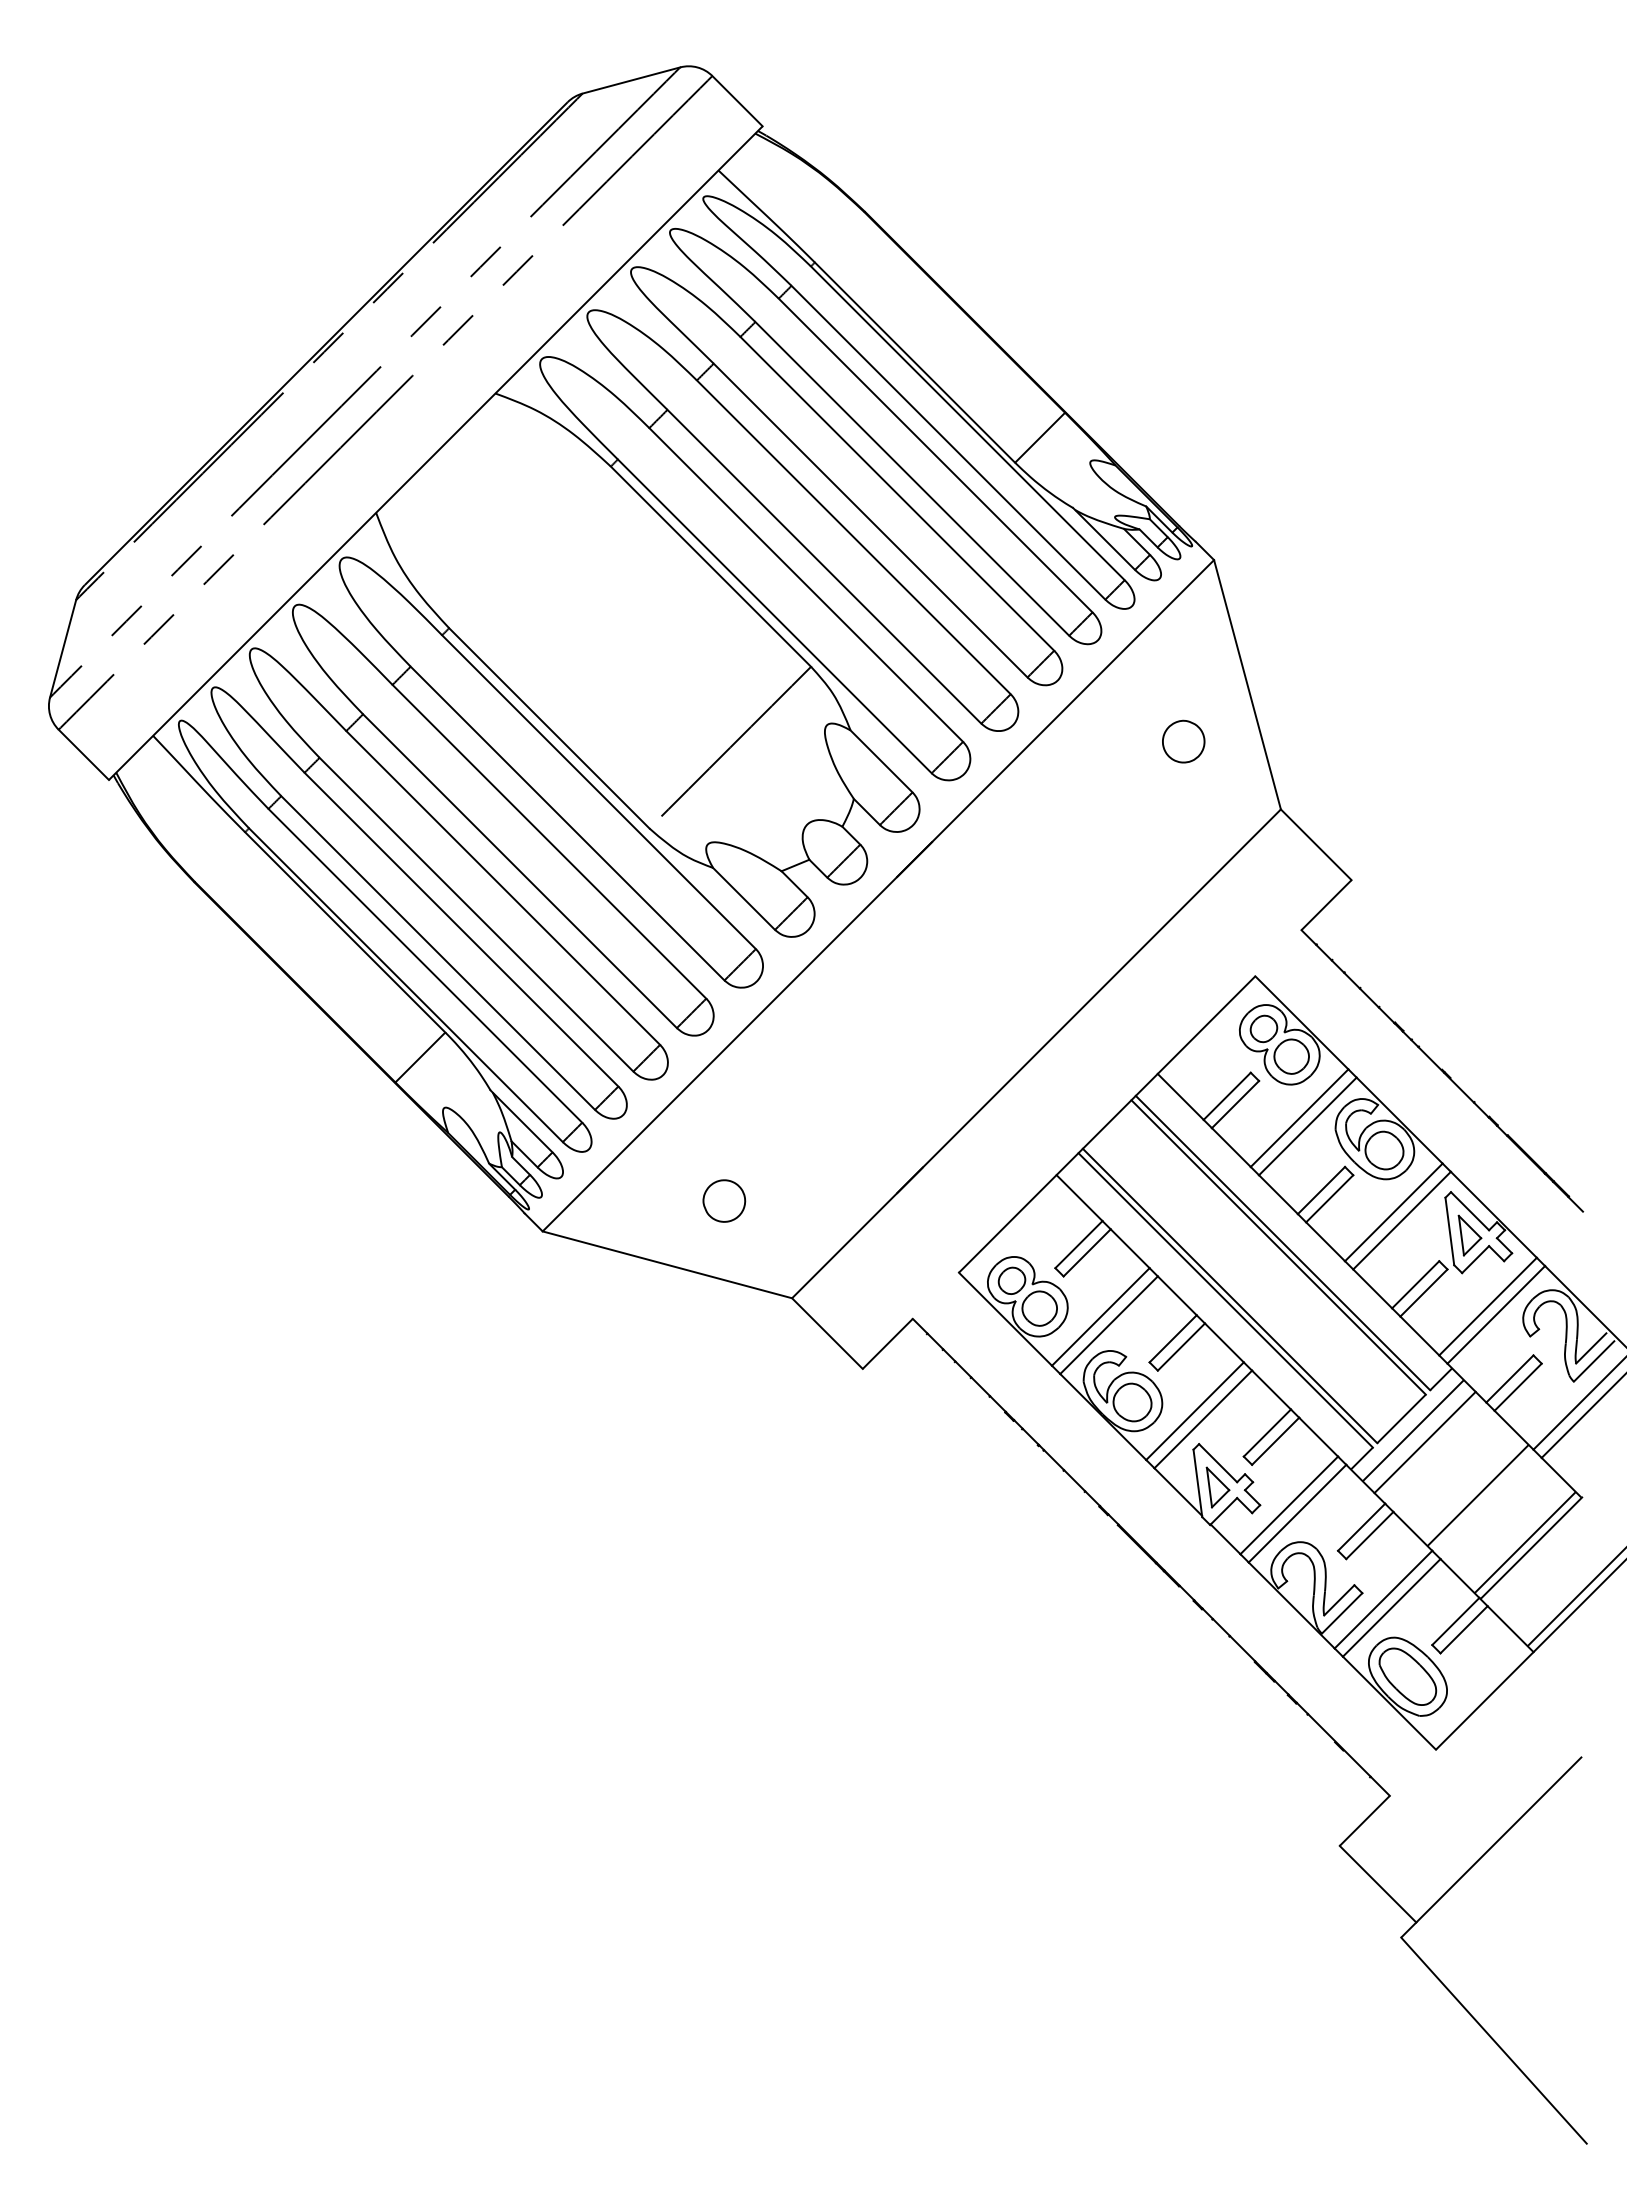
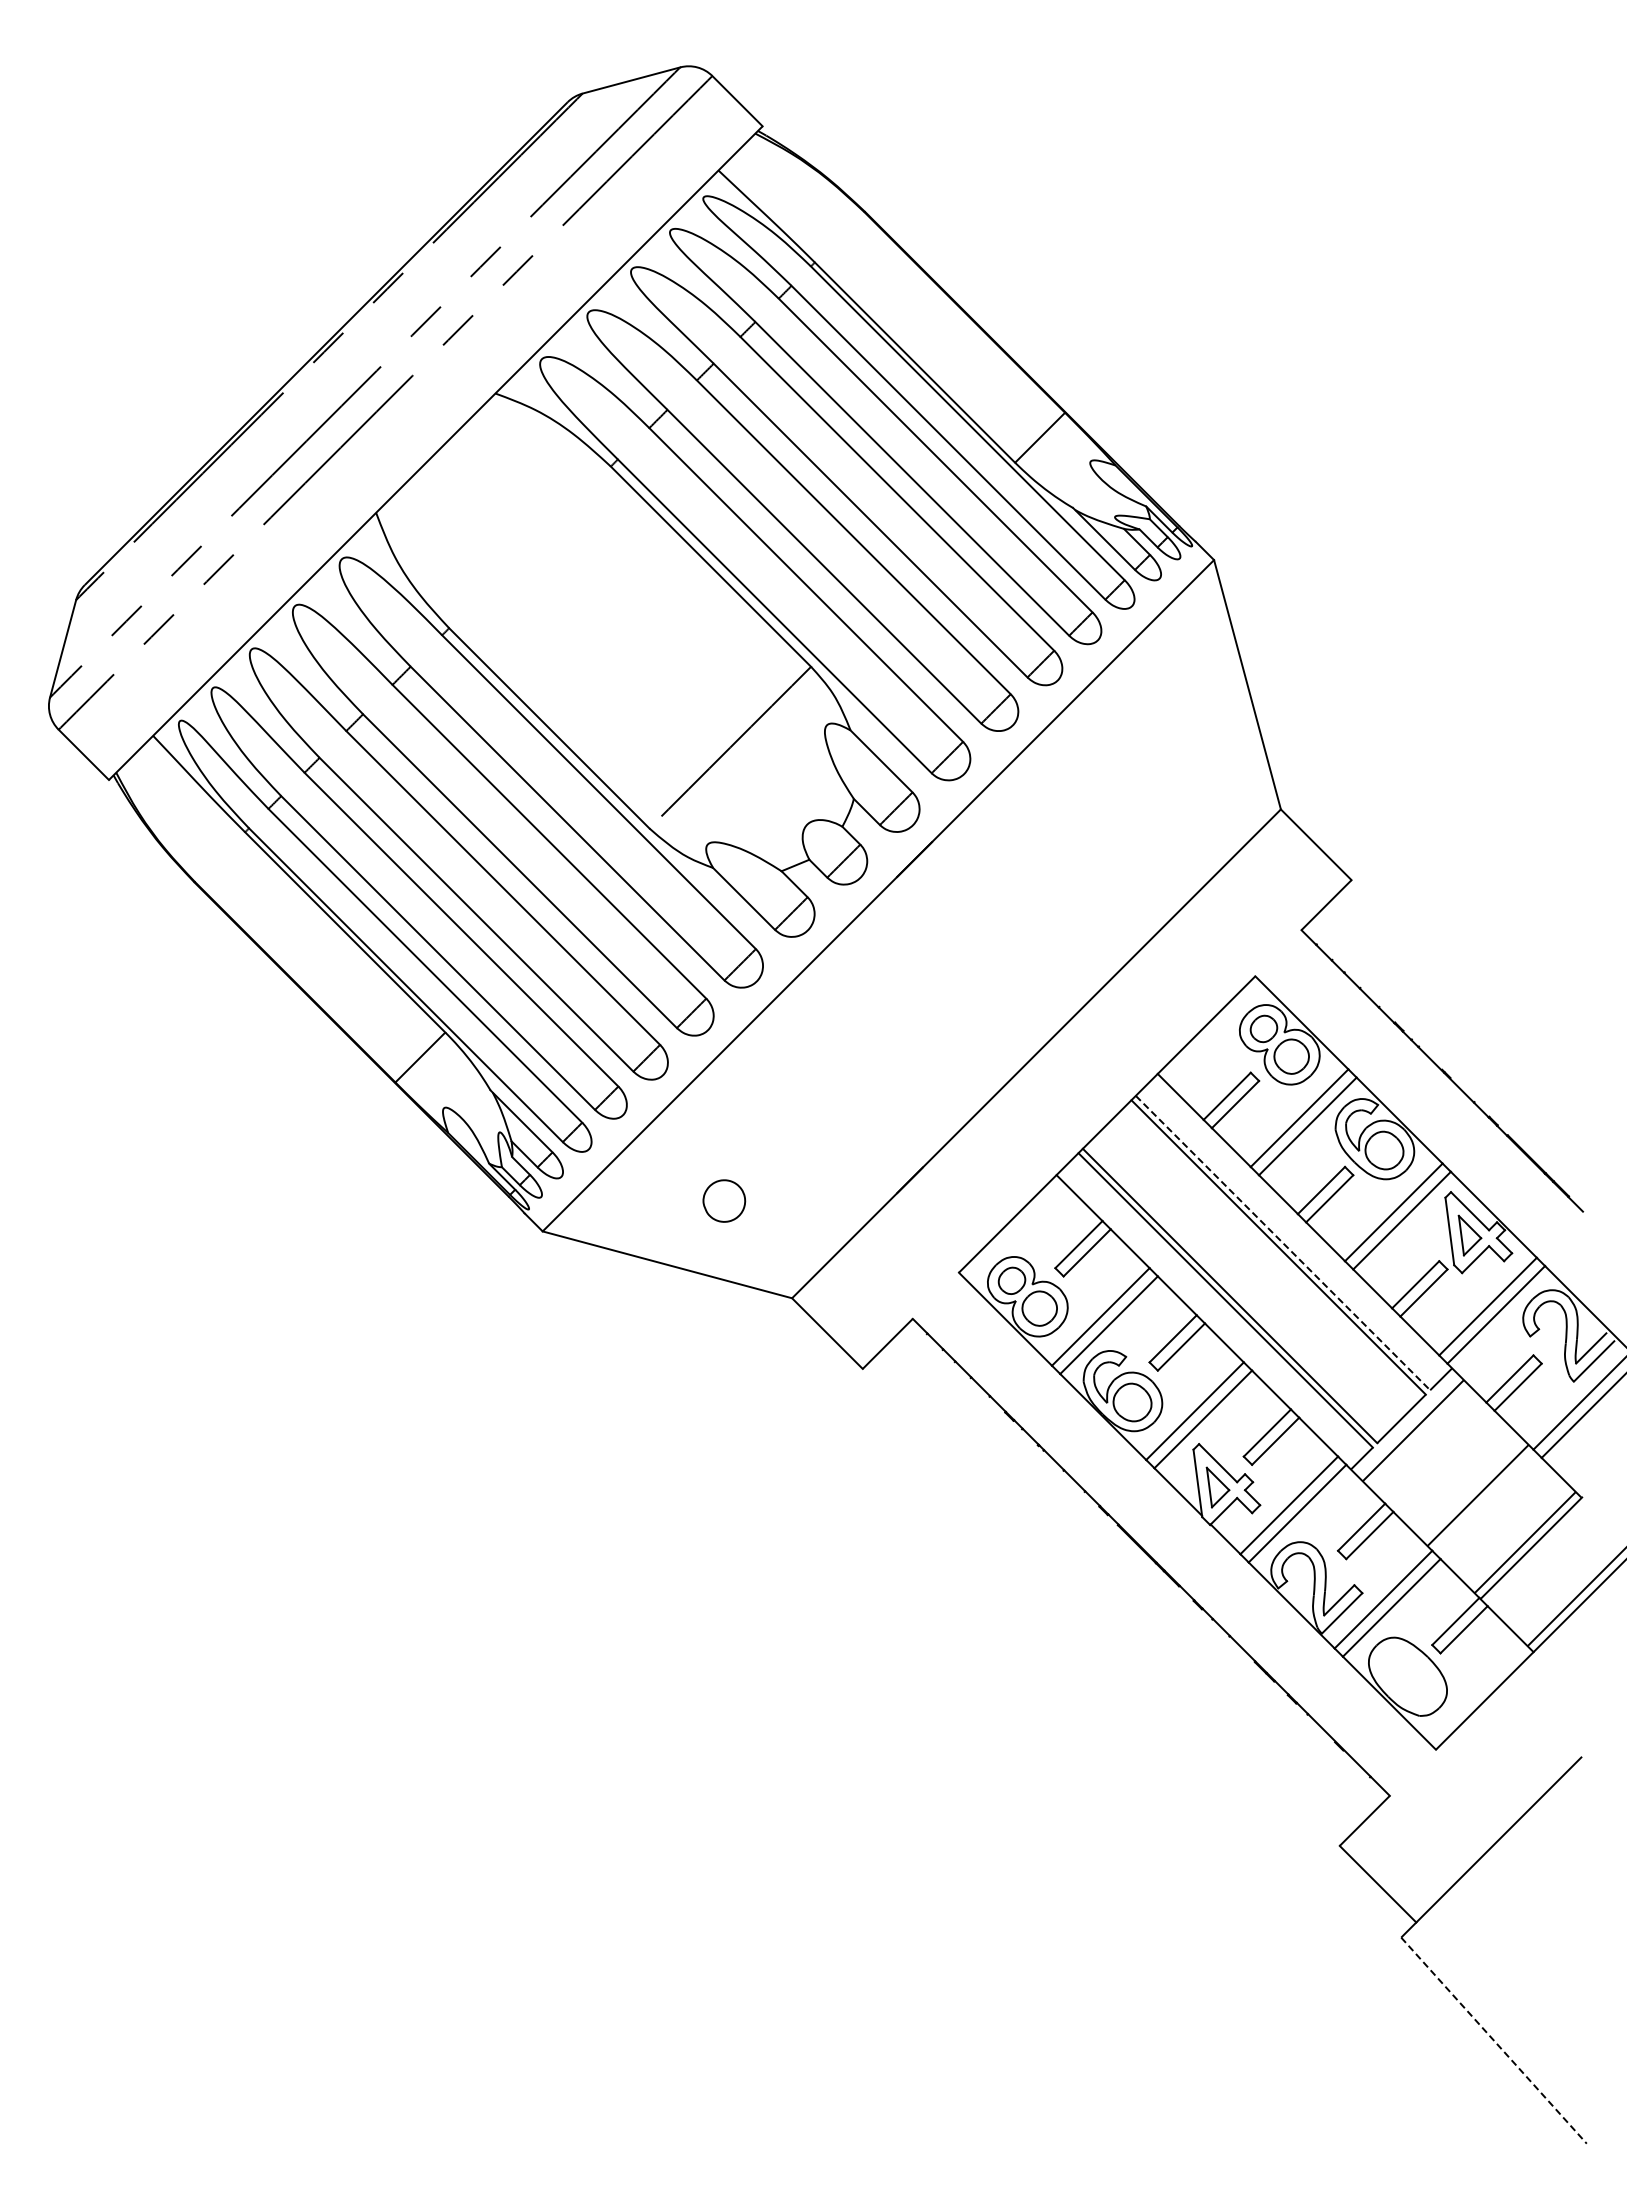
part at (1183, 741): present -> none
line at (1283, 1243): solid -> dashed
line at (1424, 1442): present -> none
part at (1407, 1676): present -> none
line at (1494, 2040): solid -> dashed
